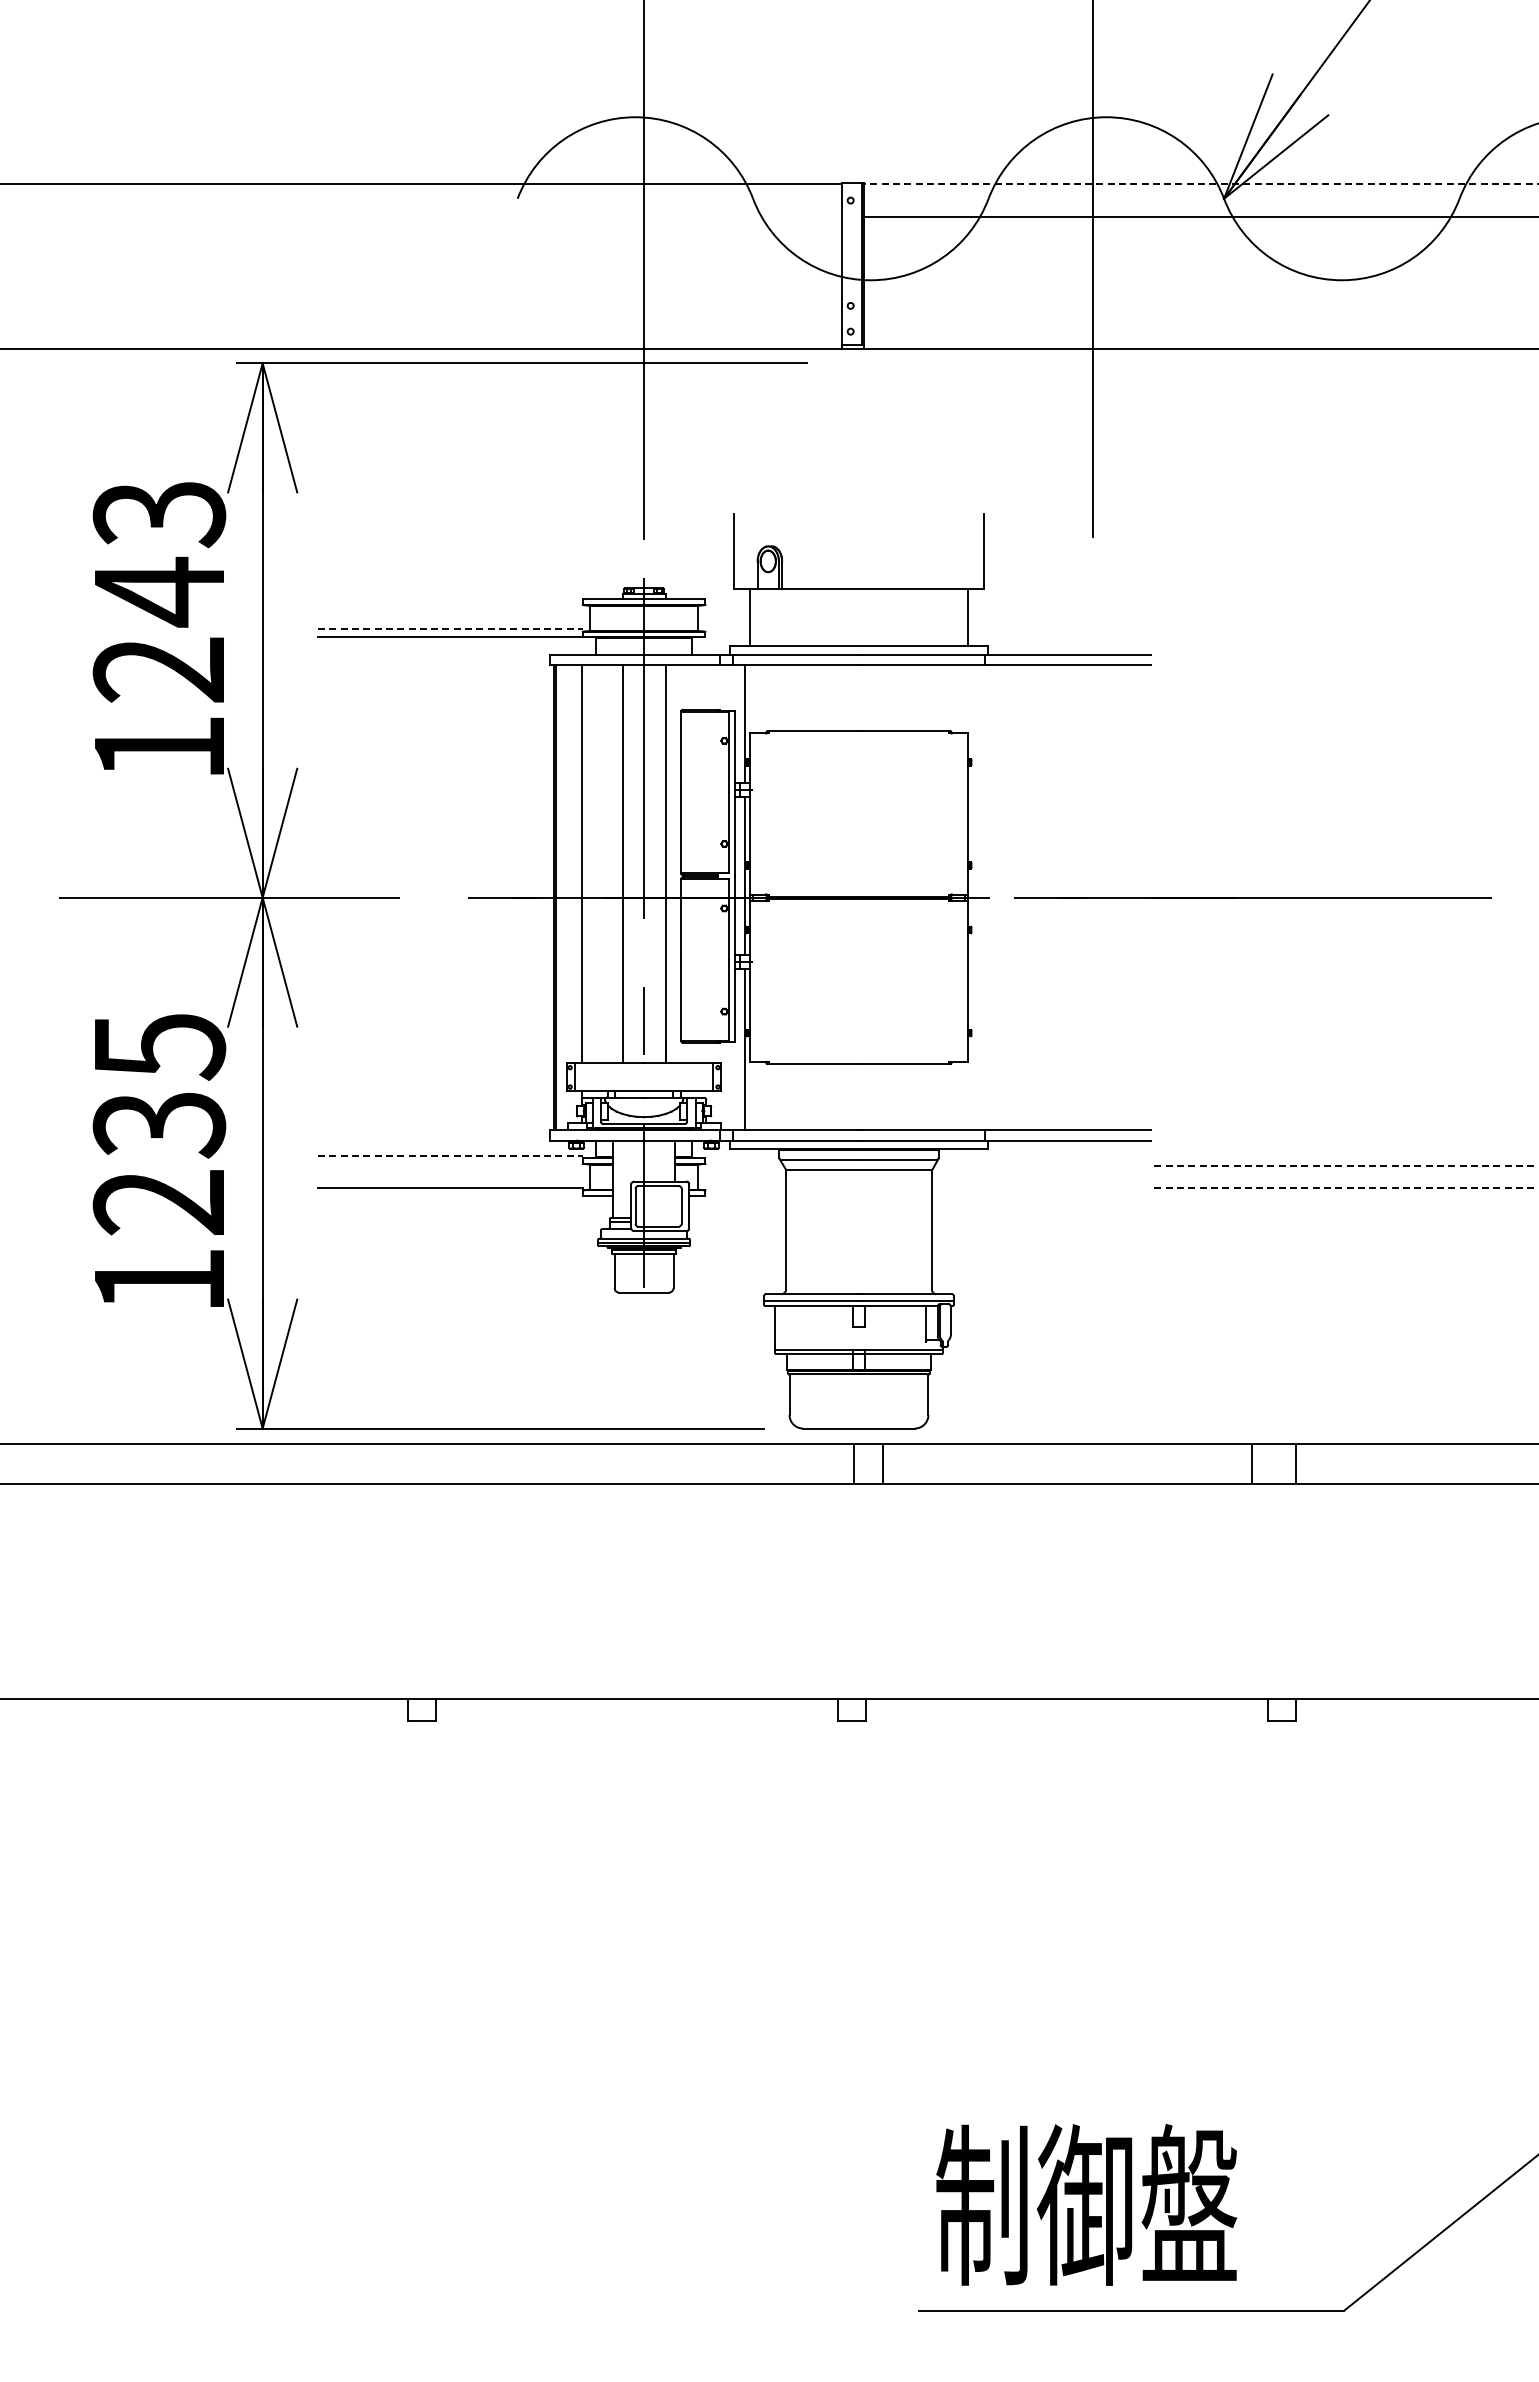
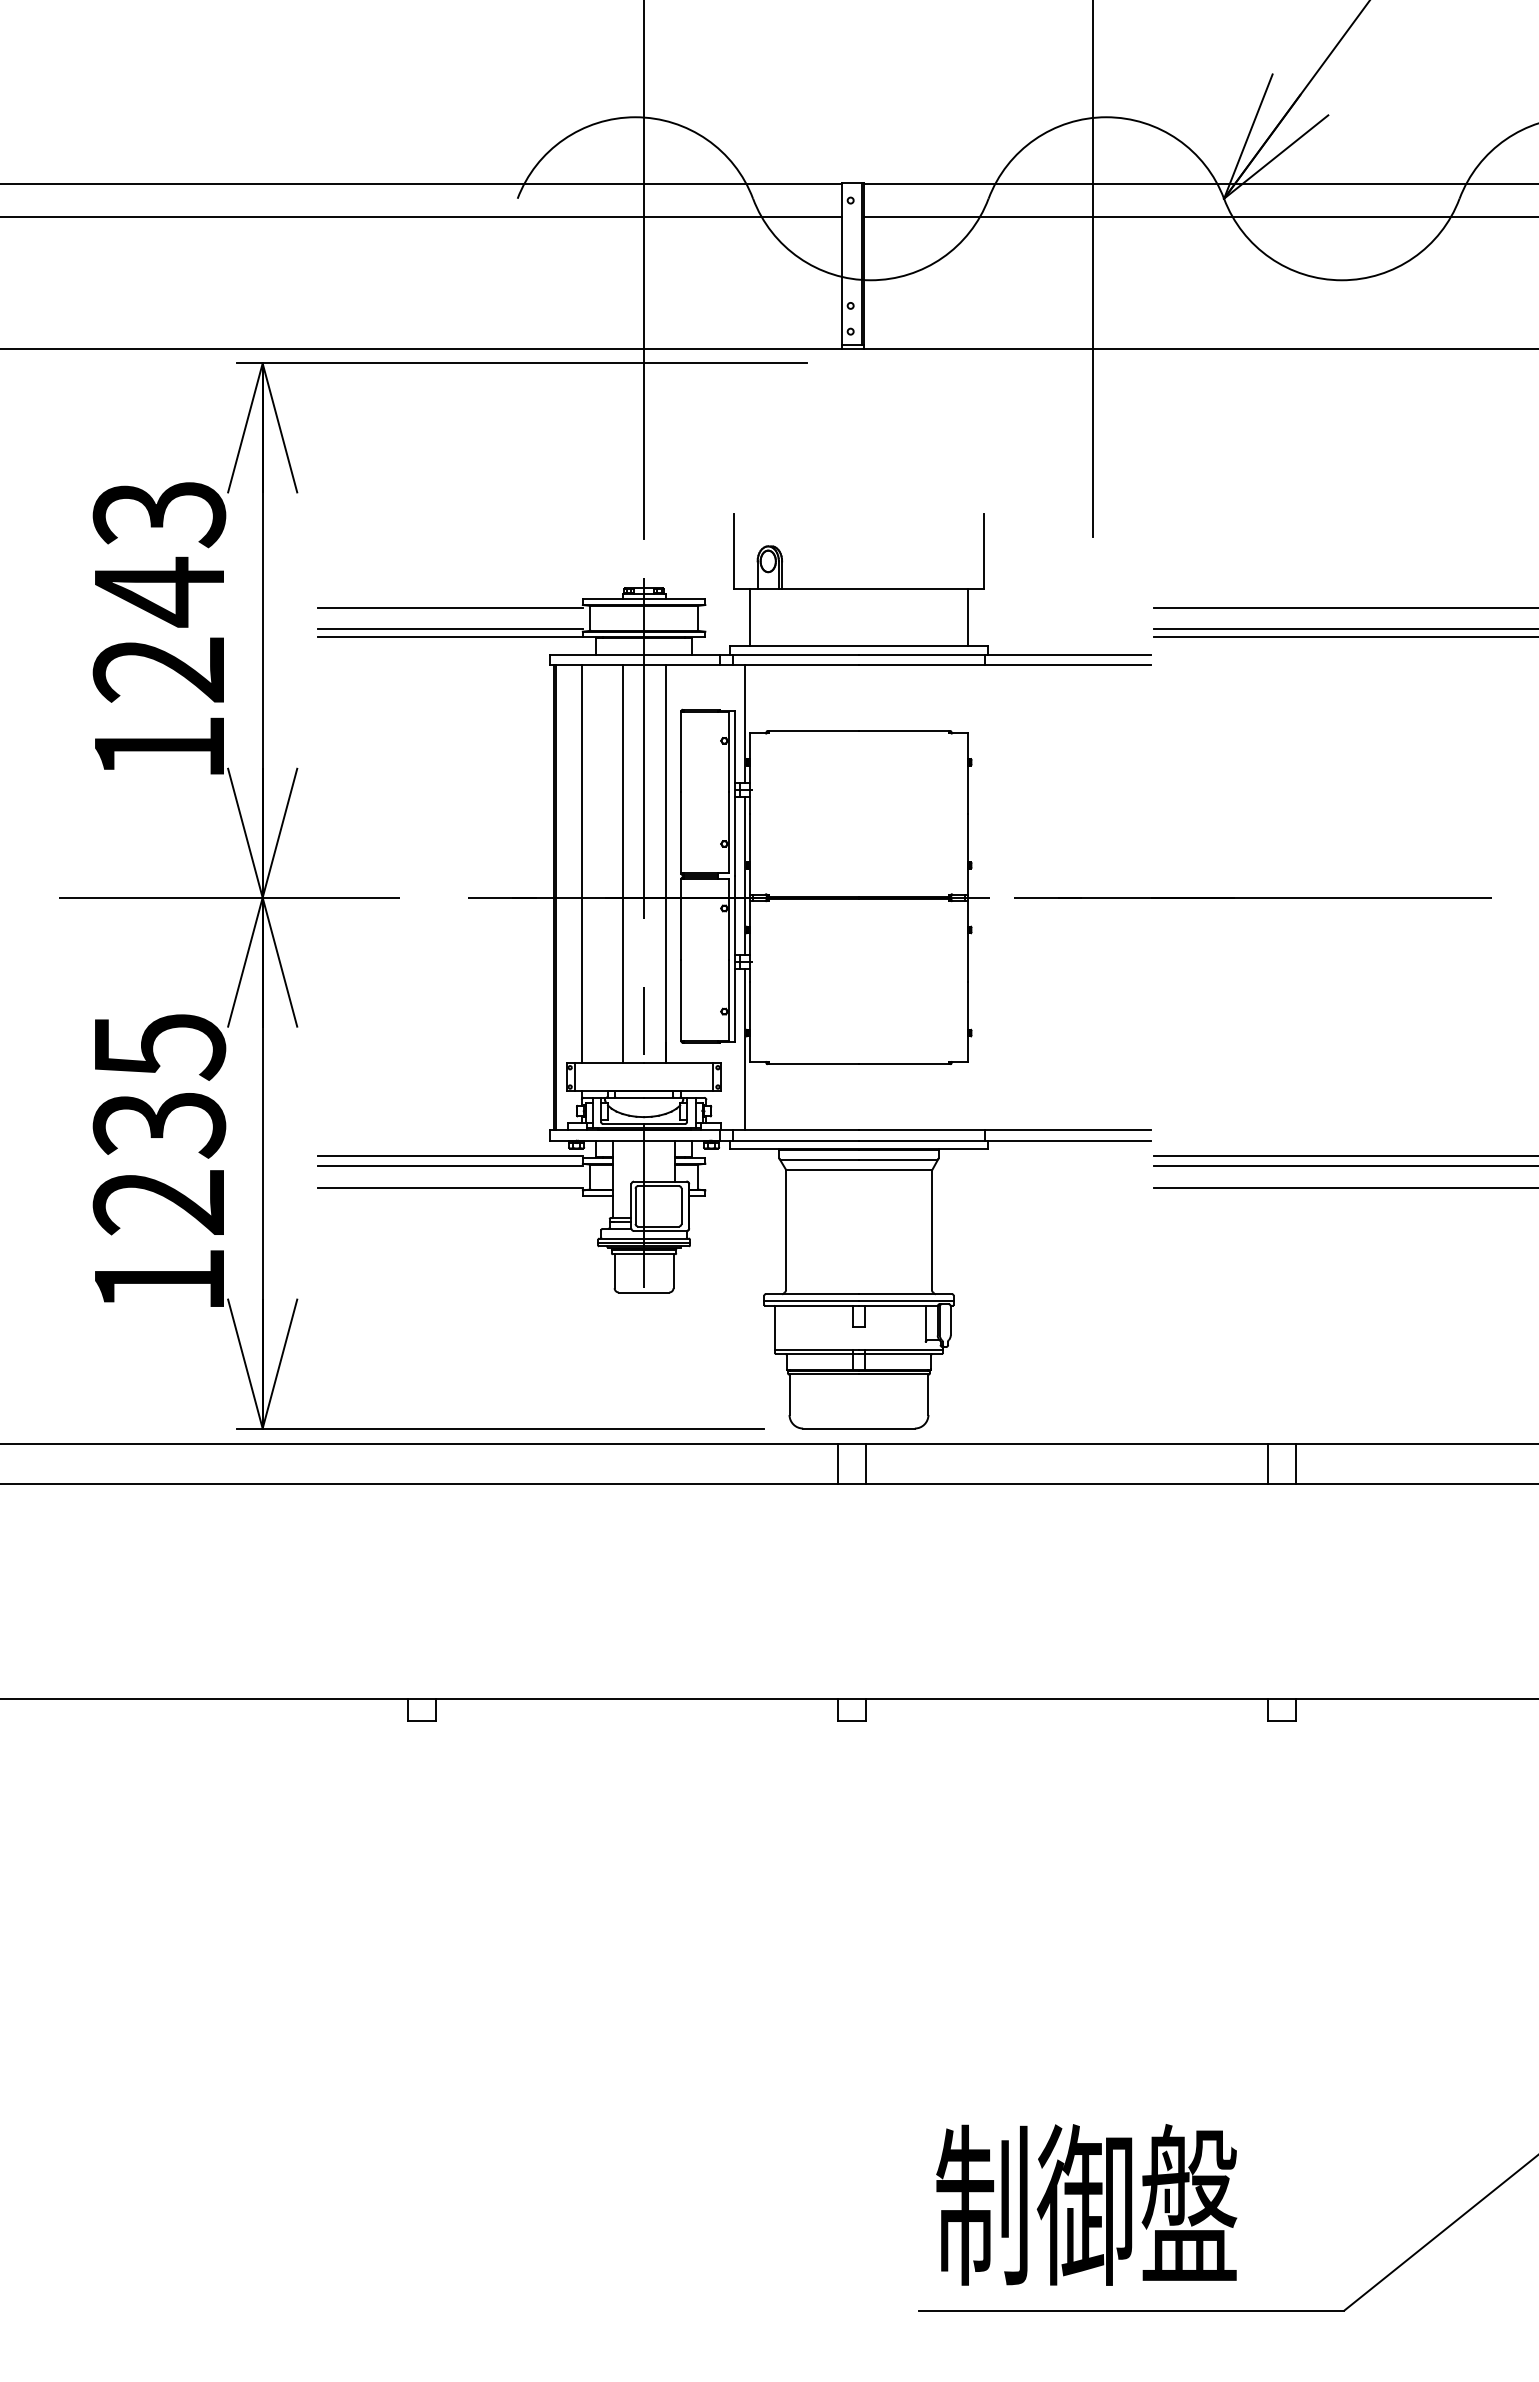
line at (1200, 184): dashed -> solid
line at (422, 216): none -> present
line at (450, 607): none -> present
line at (1344, 607): none -> present
line at (451, 629): dashed -> solid
line at (1344, 629): none -> present
line at (1344, 636): none -> present
line at (451, 1156): dashed -> solid
line at (1344, 1156): none -> present
line at (450, 1166): none -> present
line at (1346, 1166): dashed -> solid
line at (1346, 1187): dashed -> solid
line at (853, 1464) position: (853, 1464) -> (837, 1464)
line at (882, 1464) position: (882, 1464) -> (865, 1464)
line at (1251, 1464) position: (1251, 1464) -> (1267, 1464)
